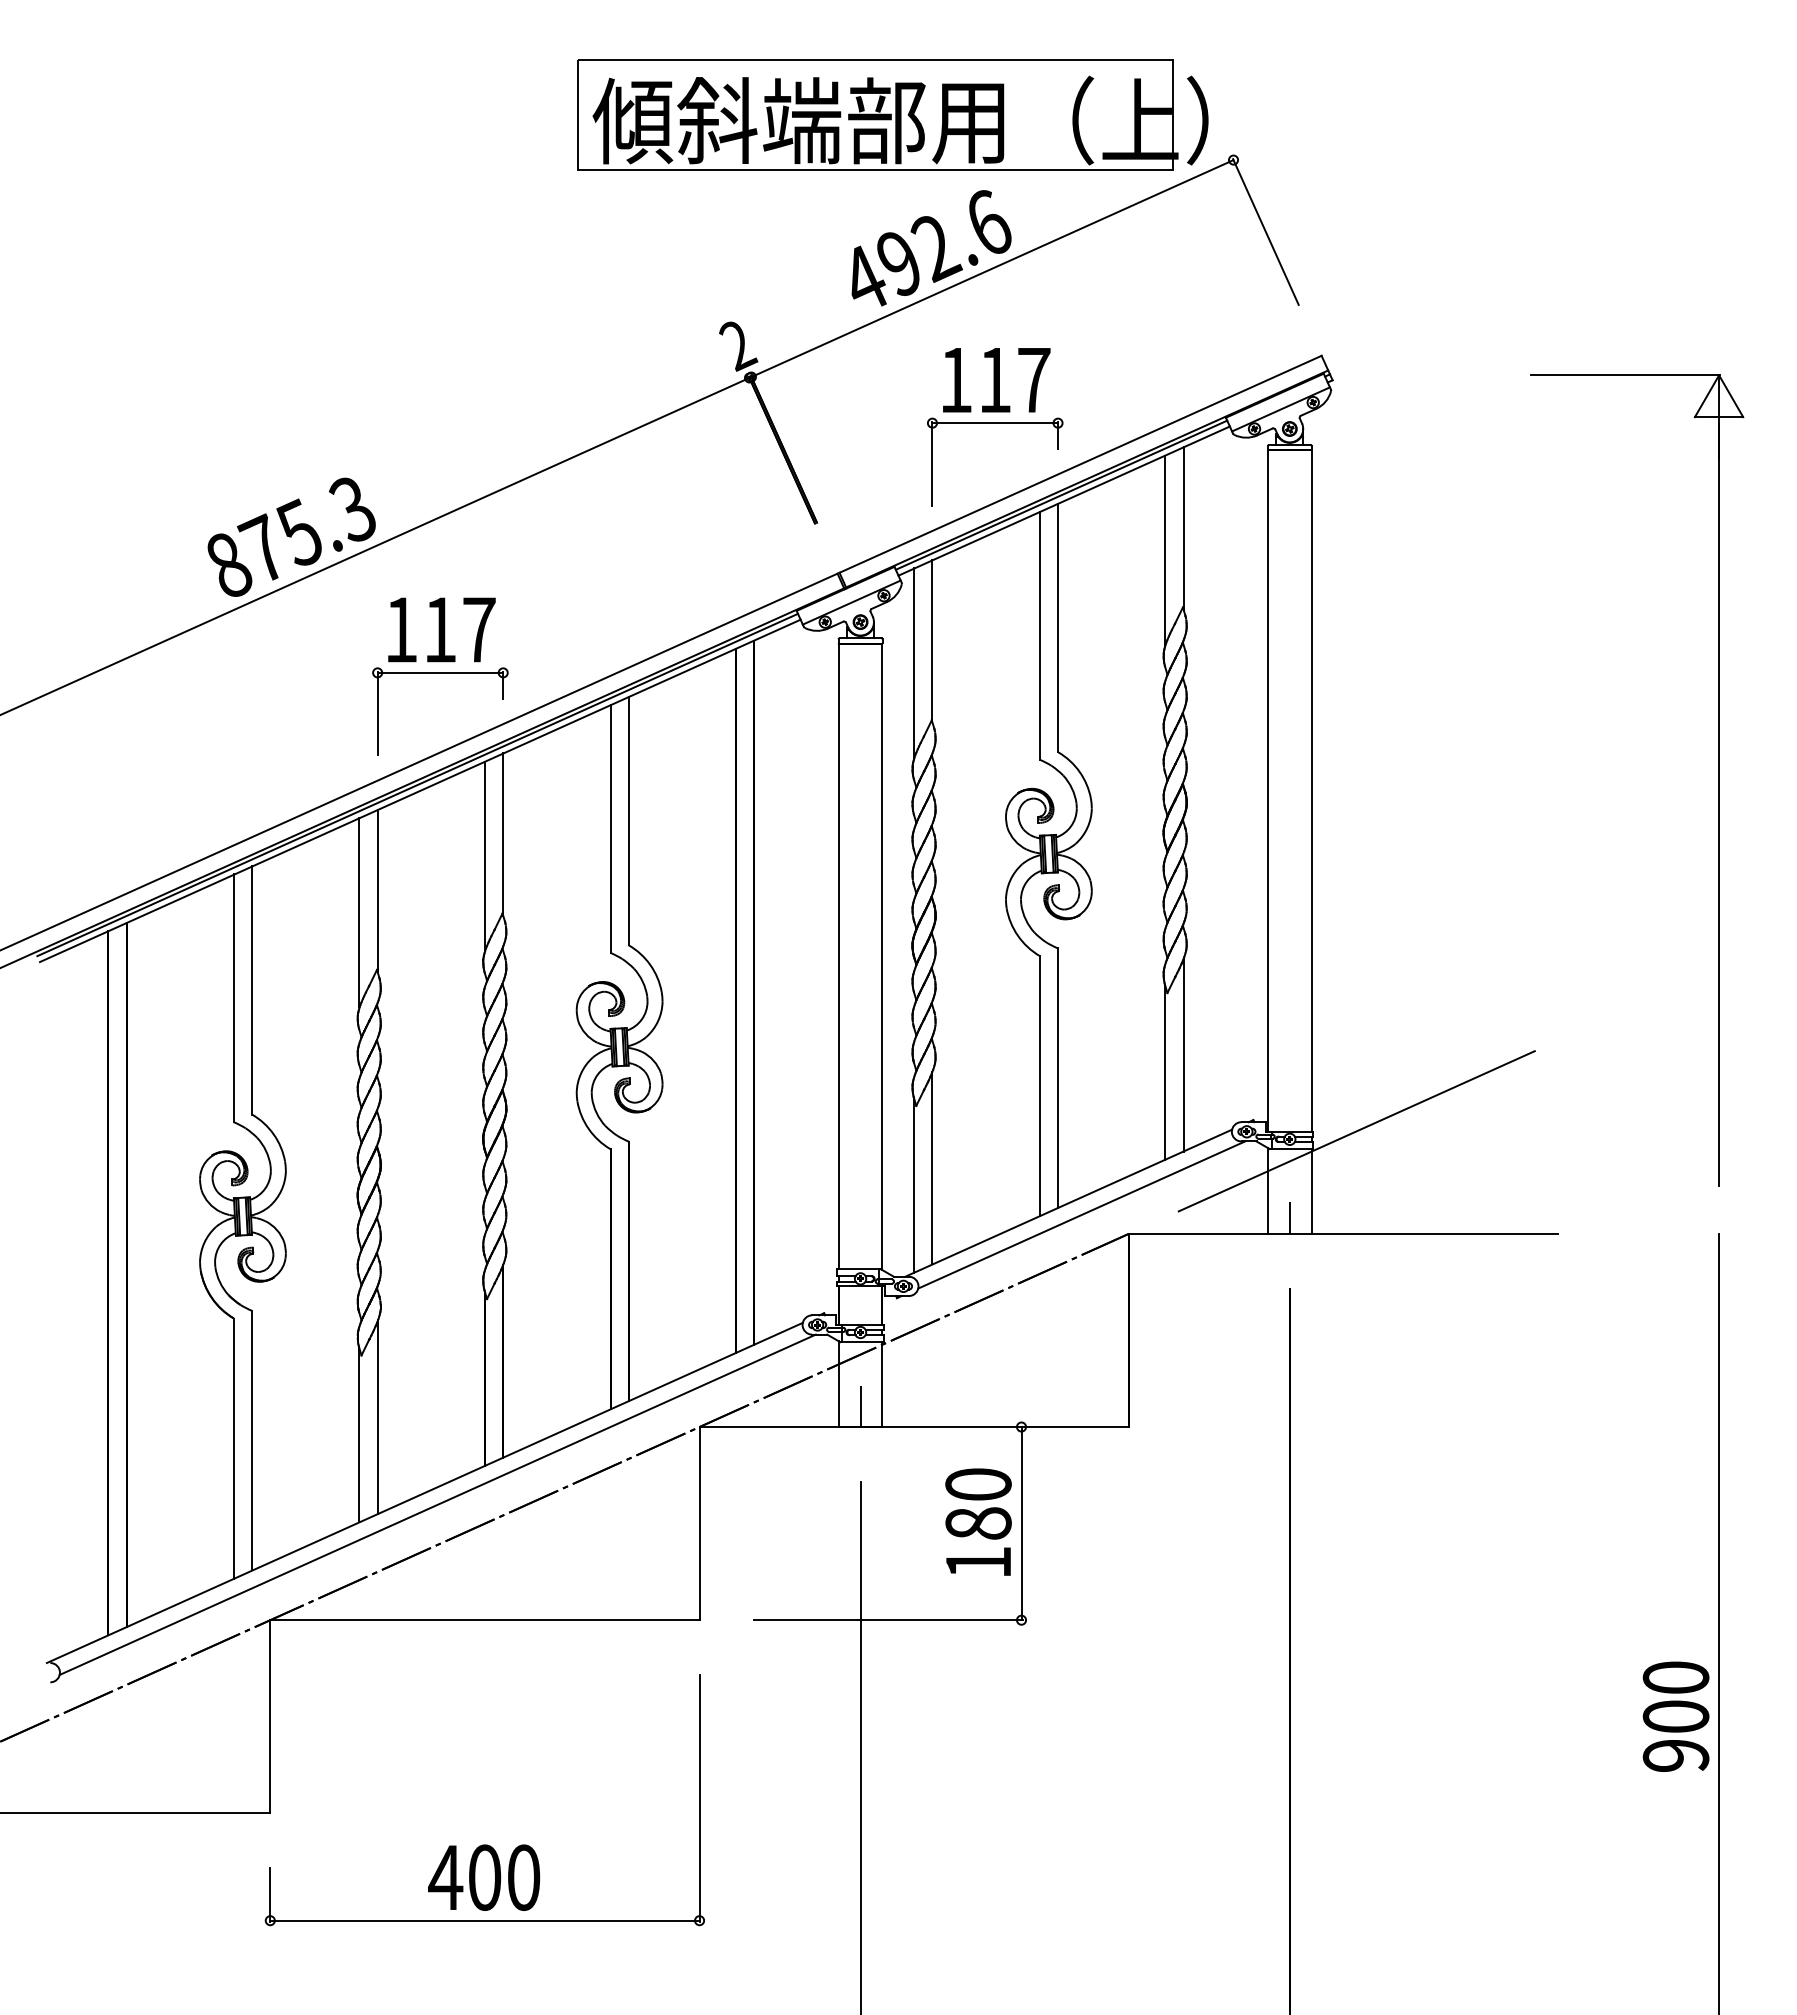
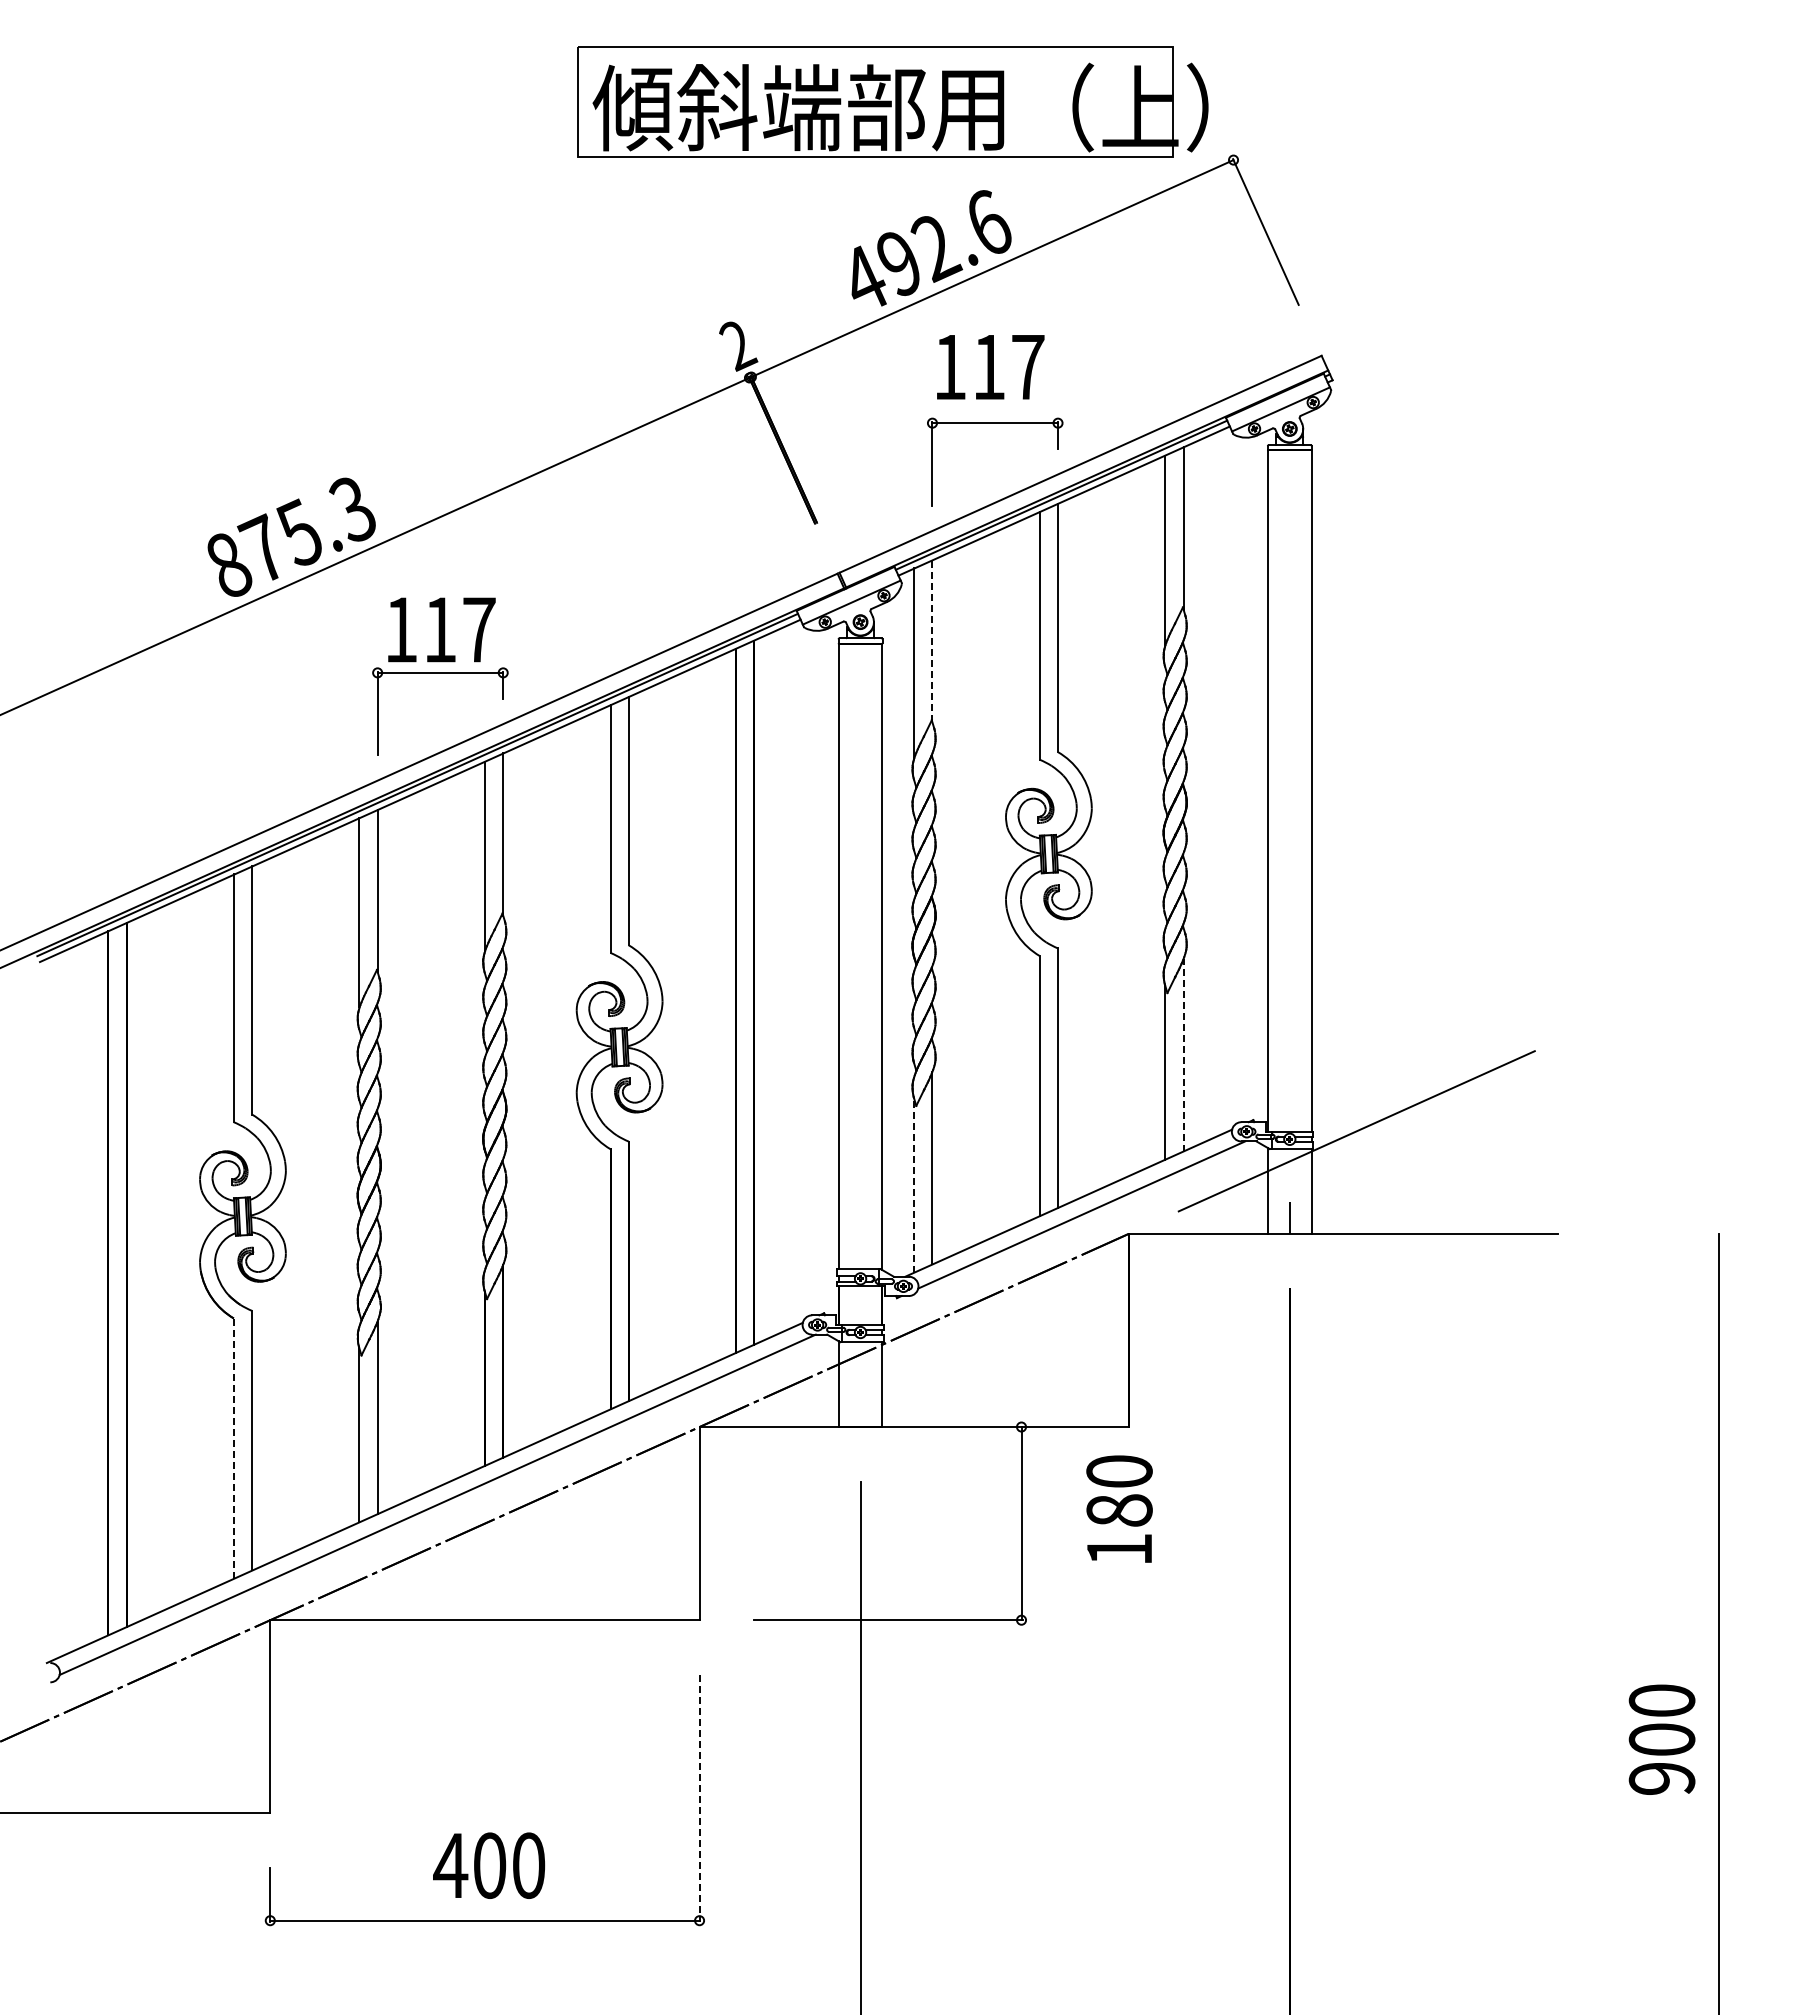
part at (892, 114) position: (892, 114) -> (892, 101)
text at (996, 380) position: (996, 380) -> (990, 367)
line at (932, 640): solid -> dashed
part at (1718, 780): present -> none
line at (1183, 1054): solid -> dashed
line at (914, 1185): solid -> dashed
line at (860, 1406): present -> none
line at (233, 1448): solid -> dashed
text at (978, 1521) position: (978, 1521) -> (1119, 1508)
text at (1675, 1716) position: (1675, 1716) -> (1661, 1739)
line at (699, 1798): solid -> dashed
text at (484, 1877) position: (484, 1877) -> (489, 1865)
